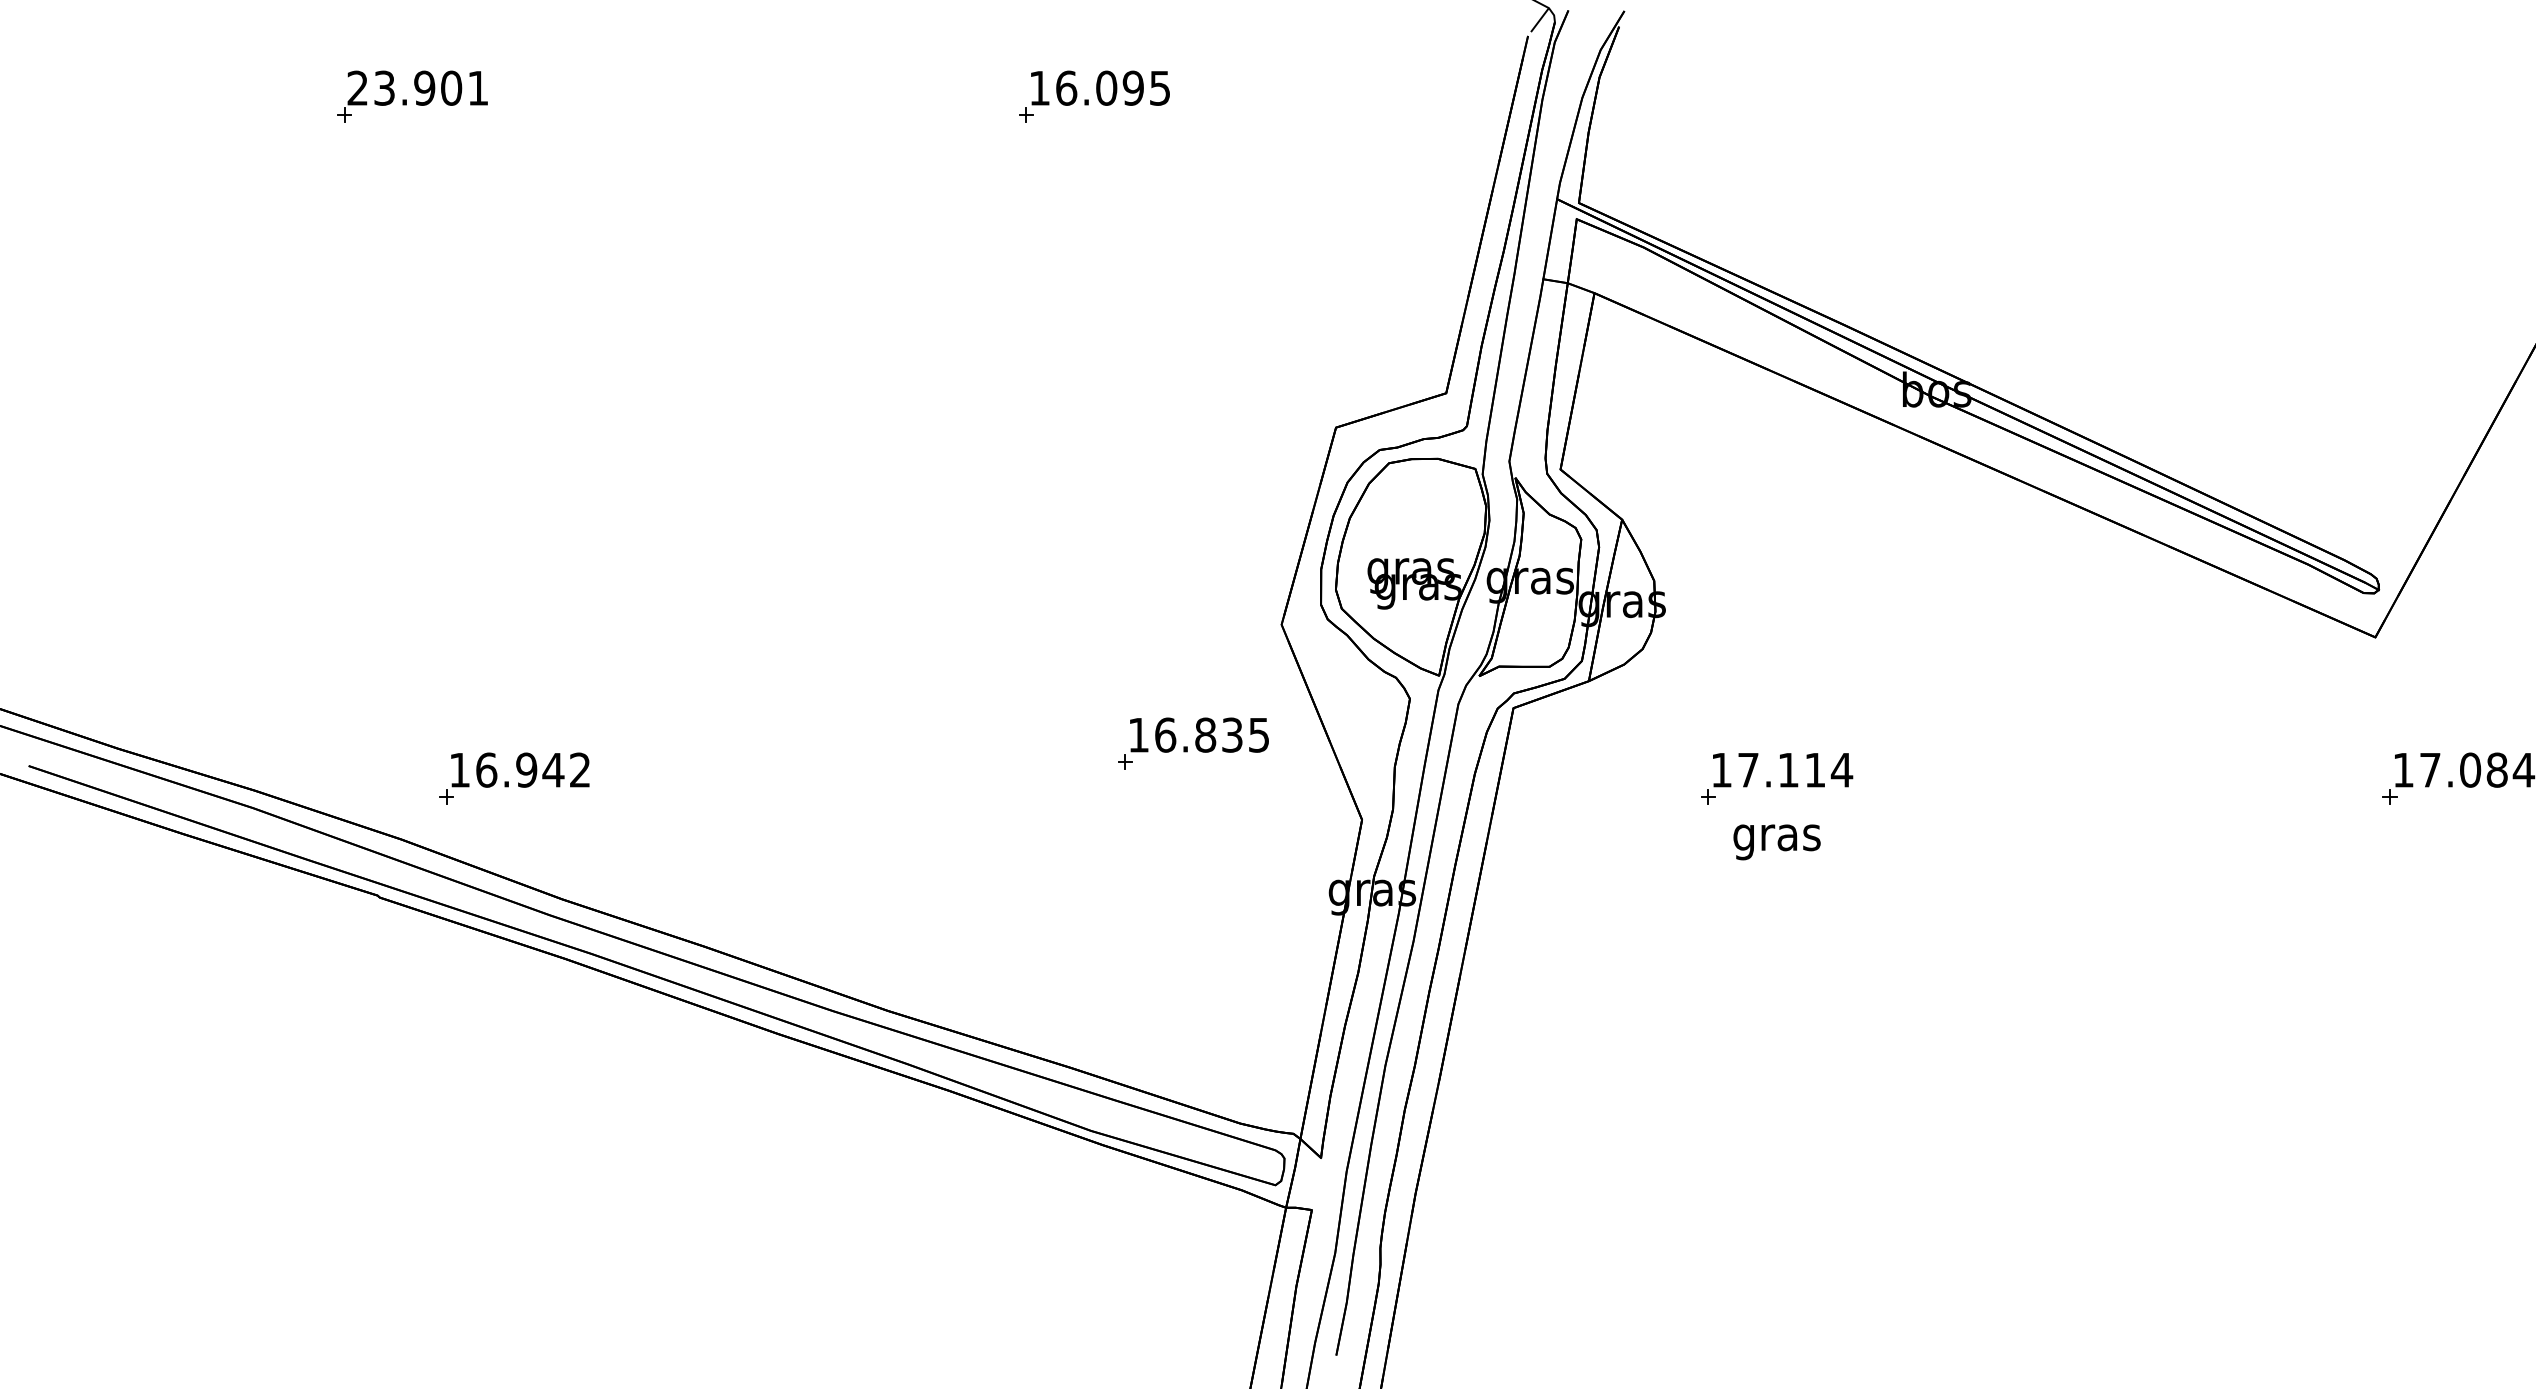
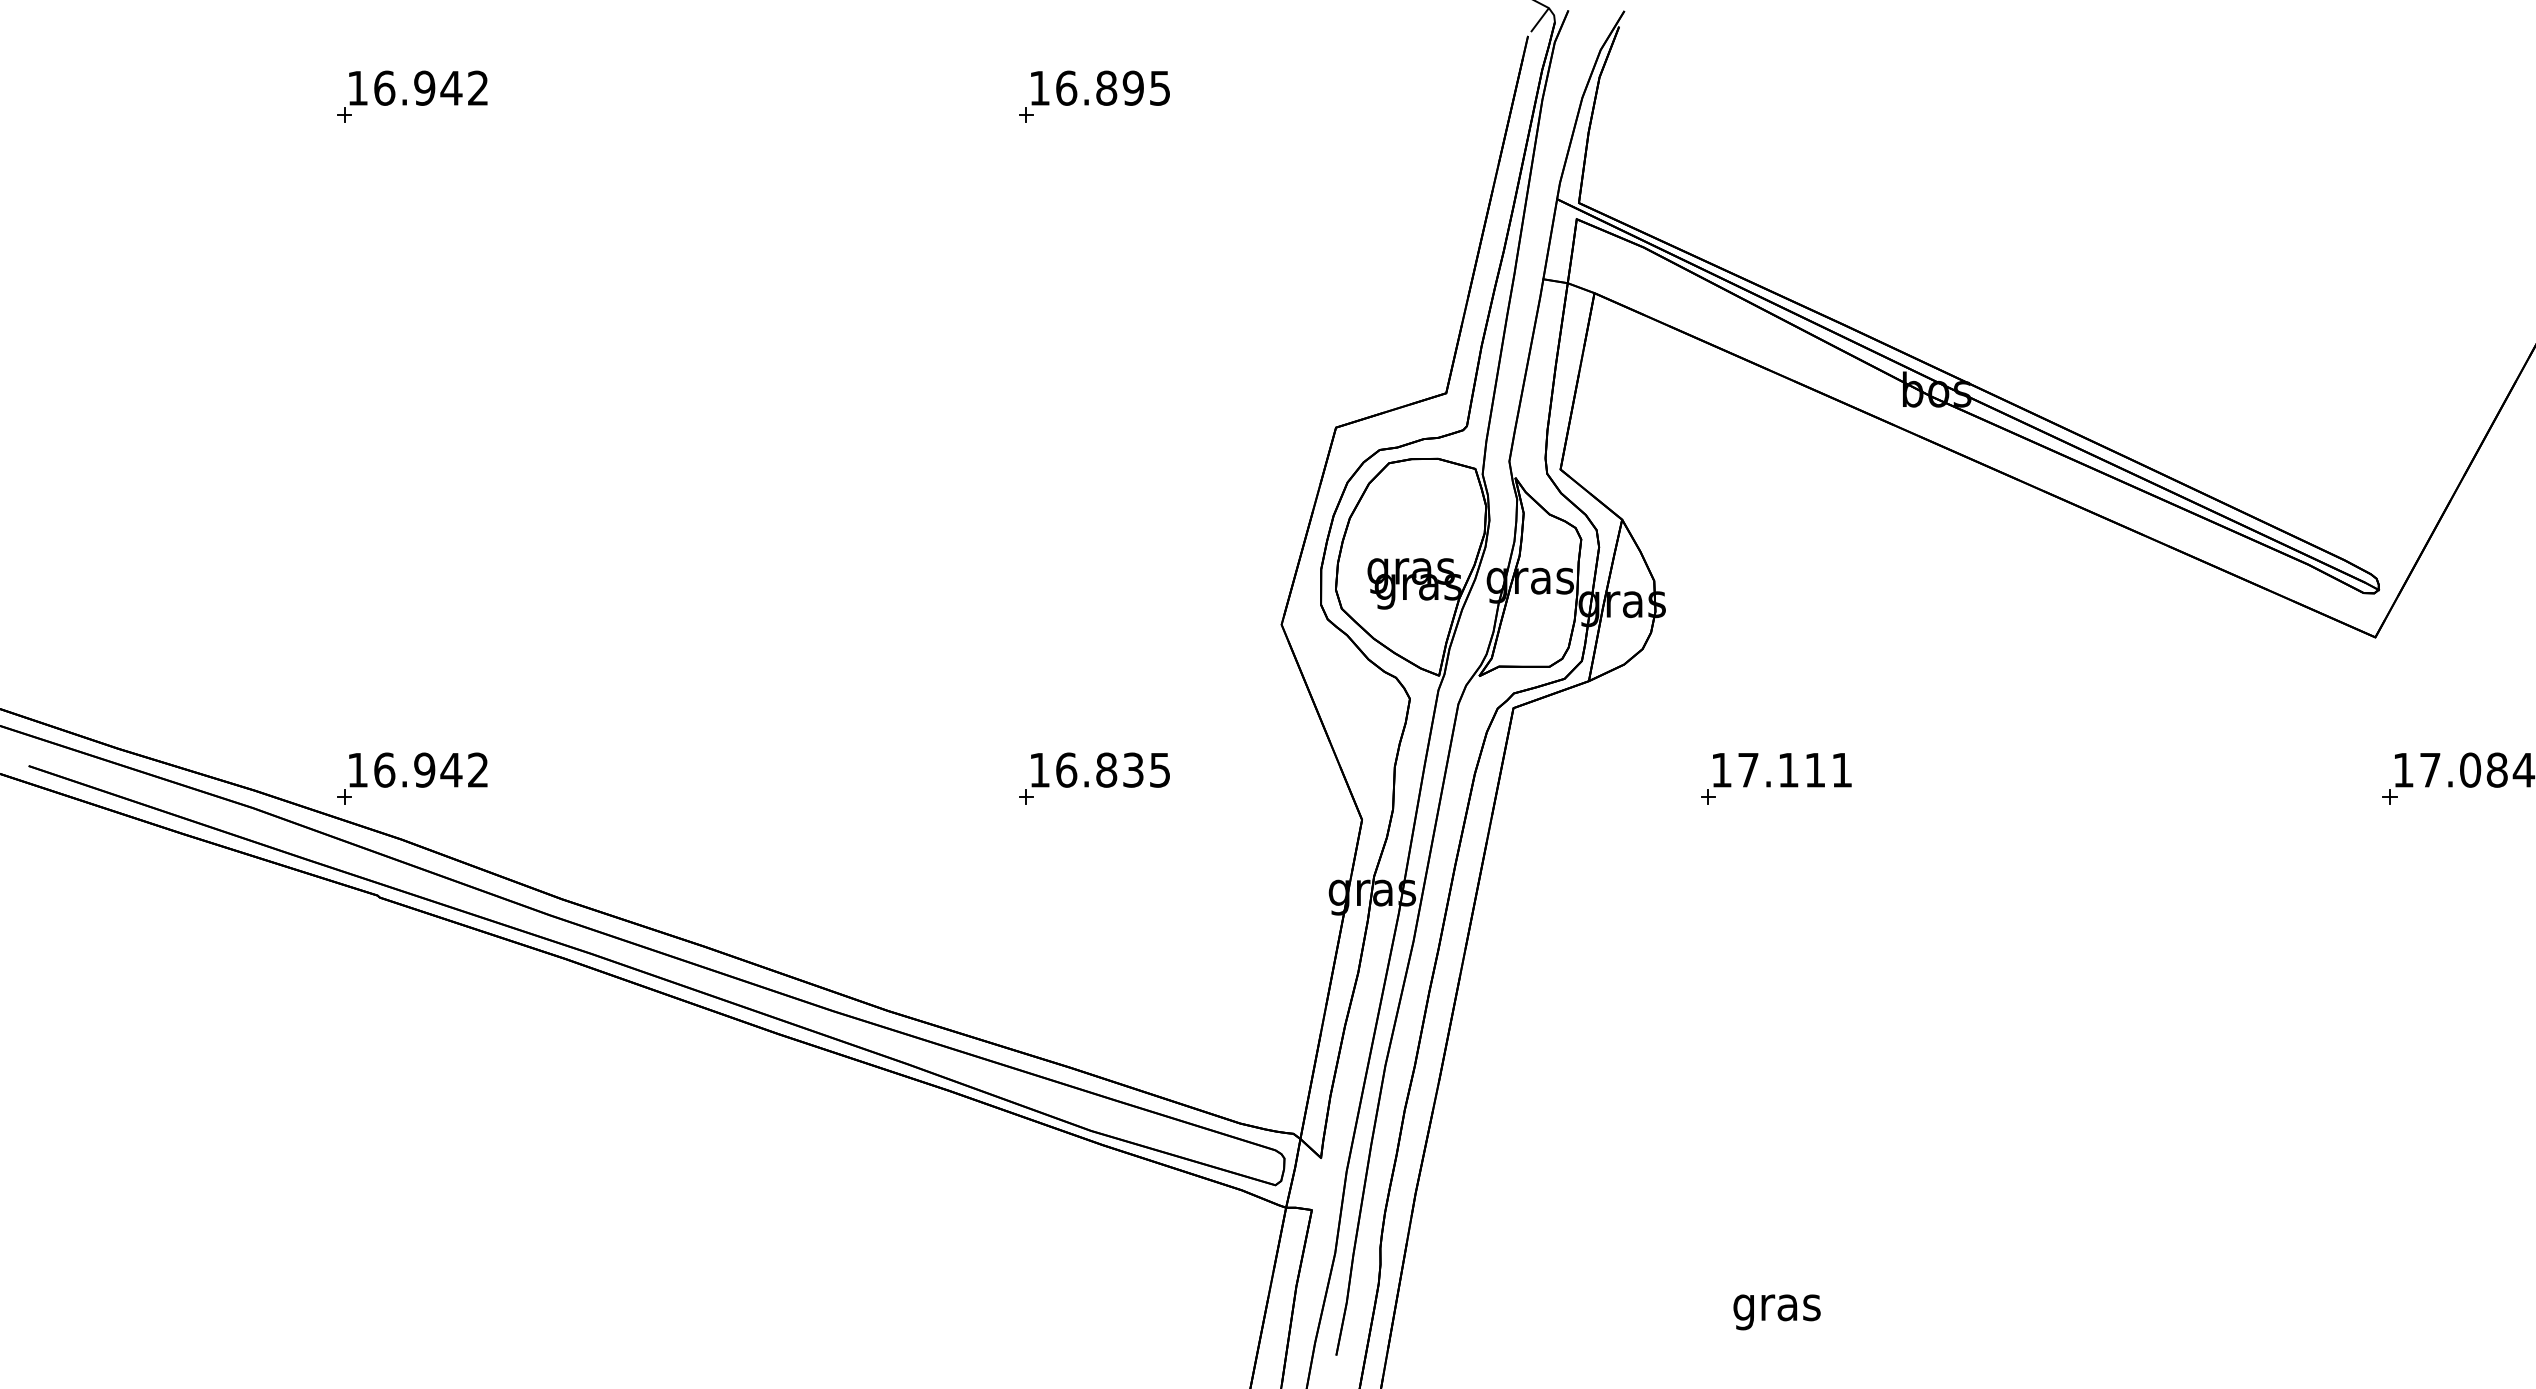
text at (417, 87): 23.901 -> 16.942
text at (1106, 87): 16.095 -> 16.895
part at (1193, 743) position: (1193, 743) -> (1094, 778)
text at (1841, 770): 17.114 -> 17.111
part at (514, 778) position: (514, 778) -> (412, 778)
text at (1776, 842) position: (1776, 842) -> (1776, 1312)
